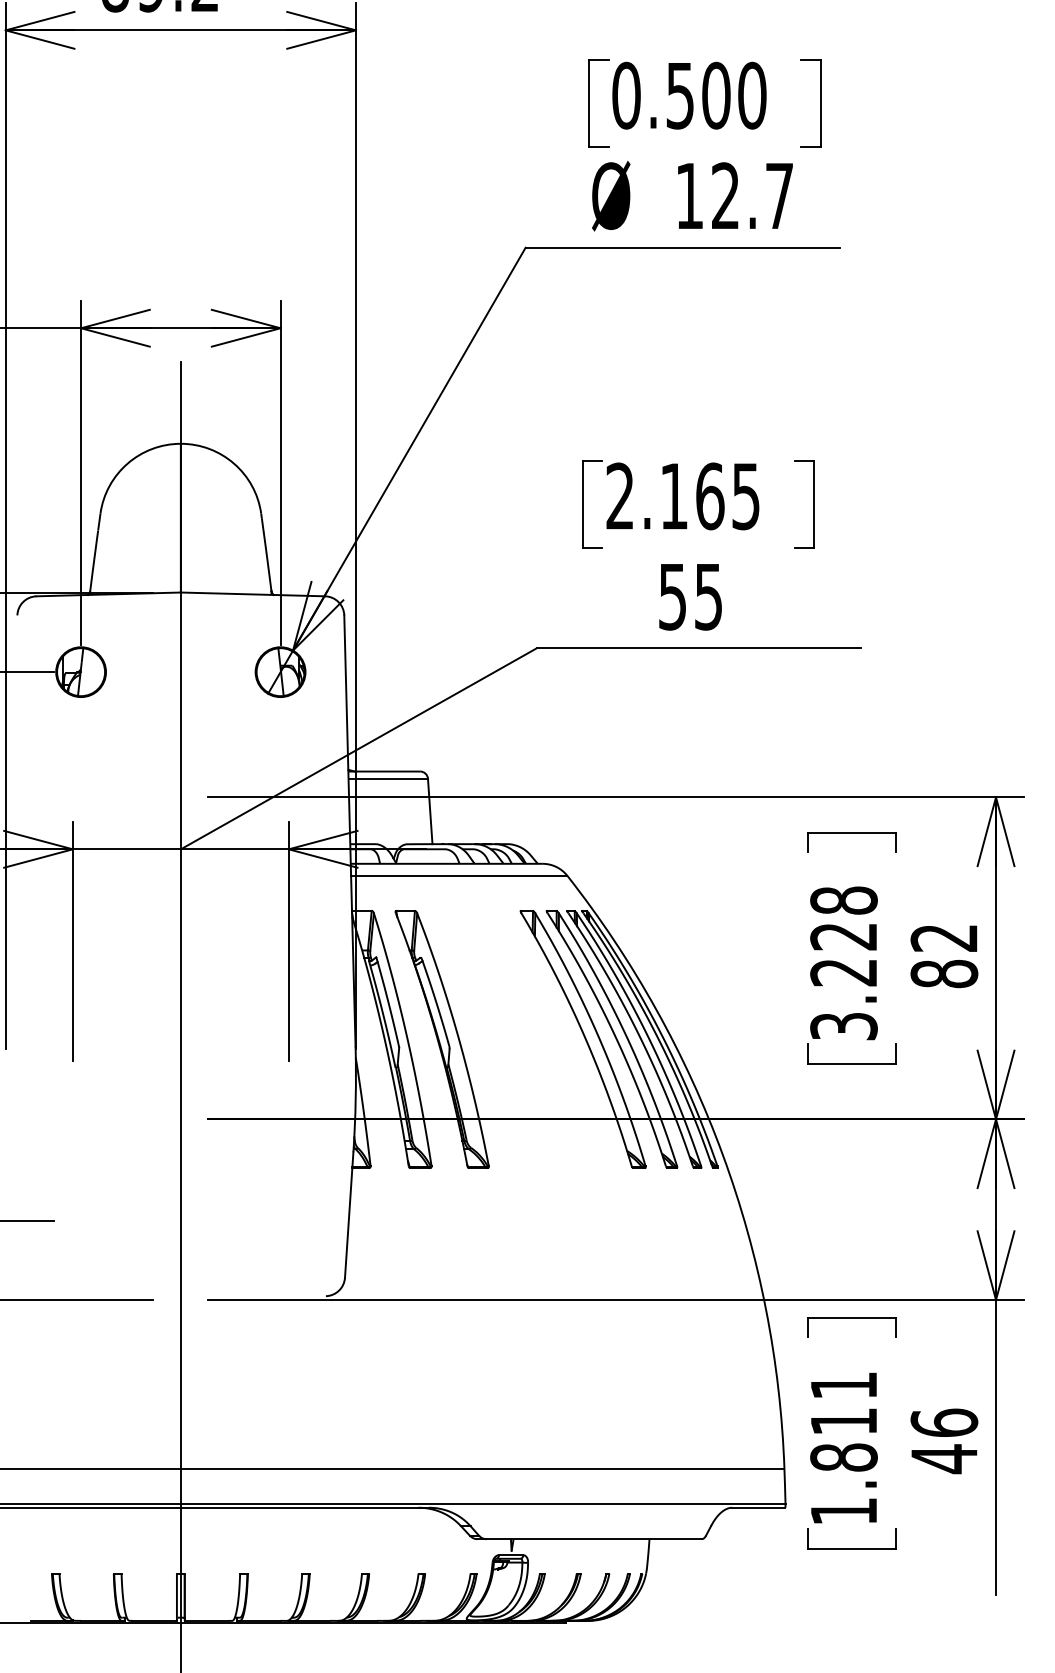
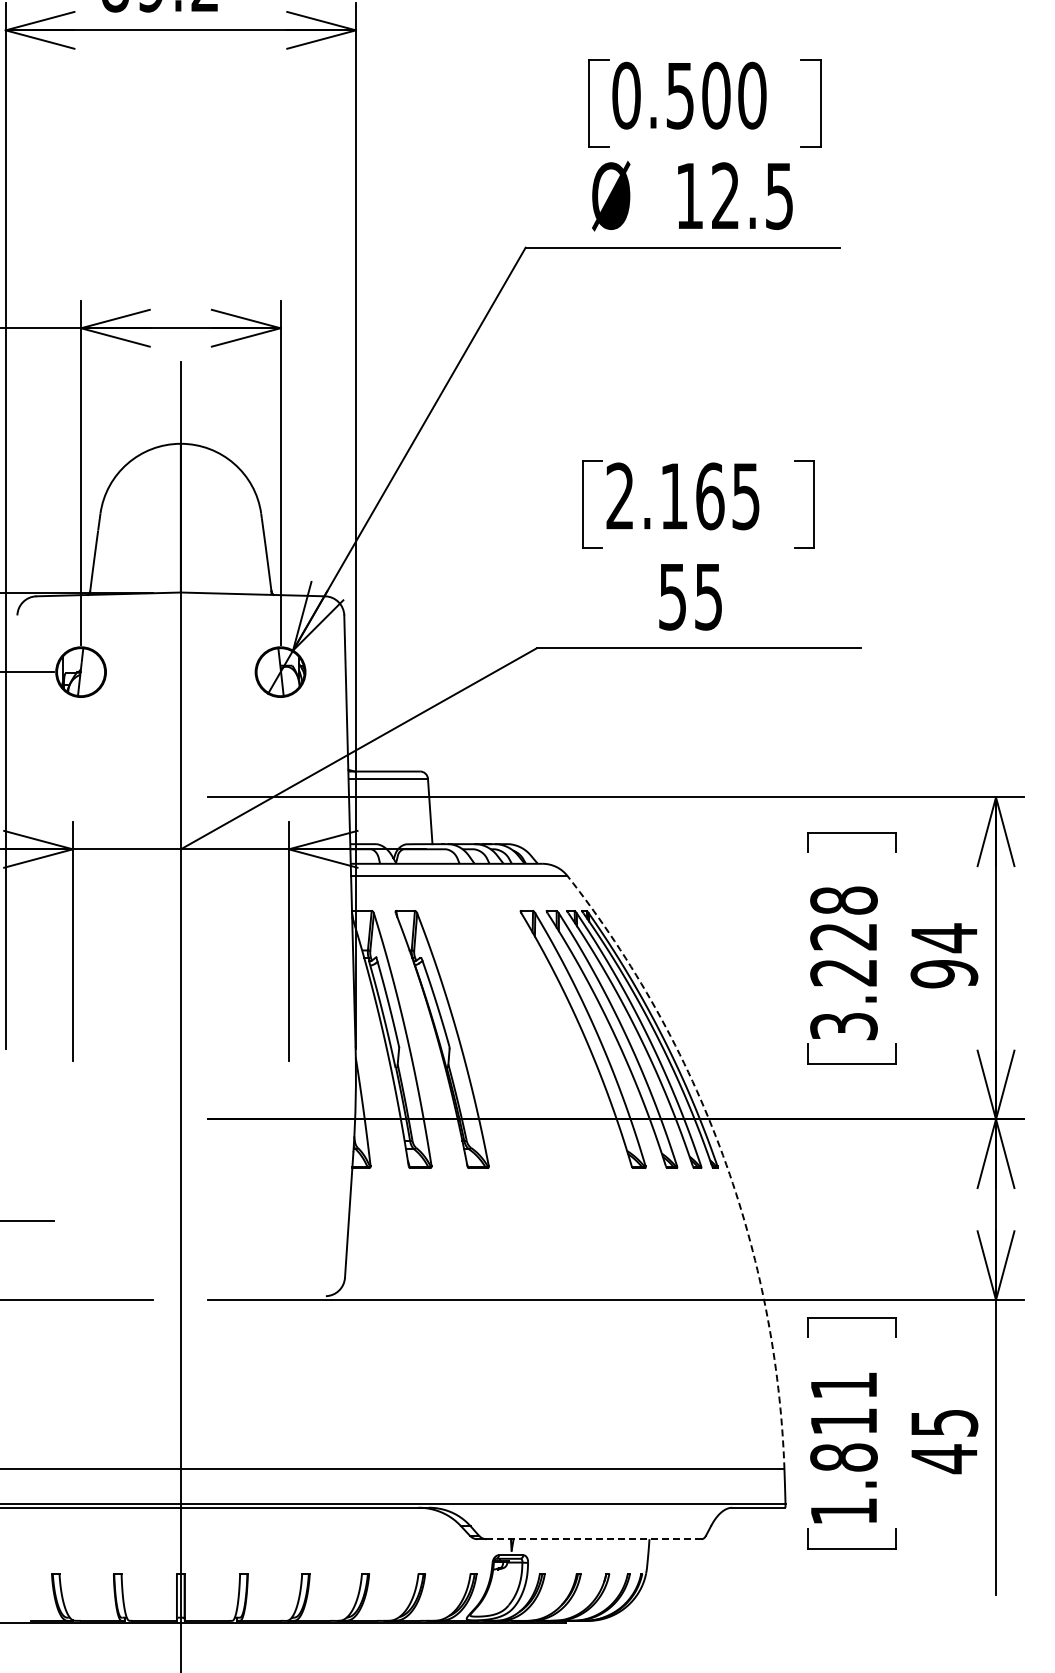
text at (779, 196): 12.7 -> 12.5
text at (944, 955): 82 -> 94
arc at (723, 1155): solid -> dashed
text at (944, 1422): 46 -> 45
line at (594, 1539): solid -> dashed
